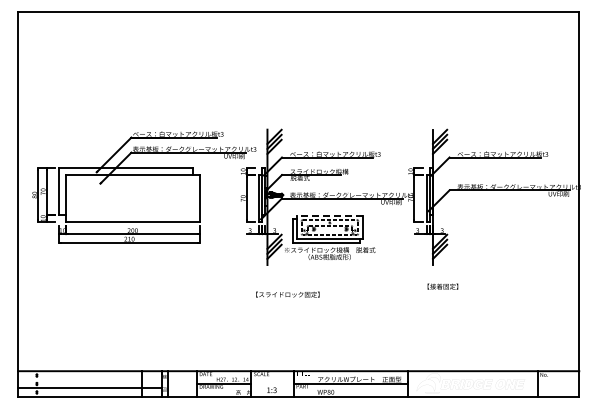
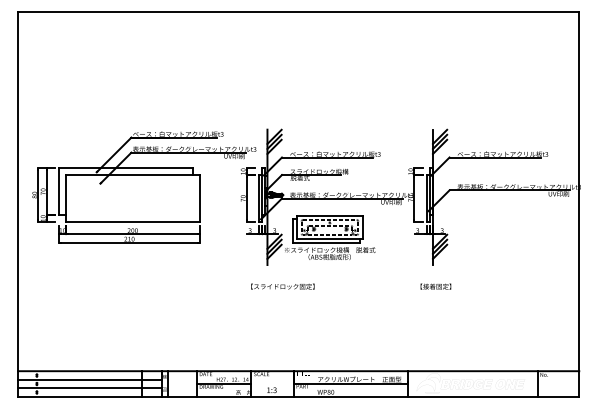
line at (329, 215): dashed -> solid
text at (442, 286) position: (442, 286) -> (435, 286)
text at (287, 294) position: (287, 294) -> (282, 286)
line at (89, 379): none -> present
